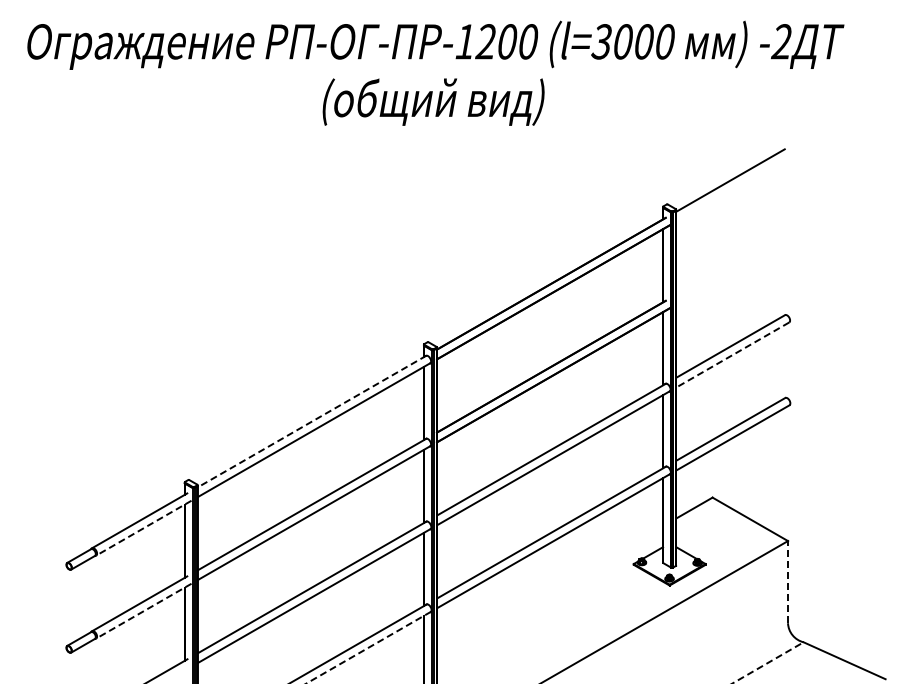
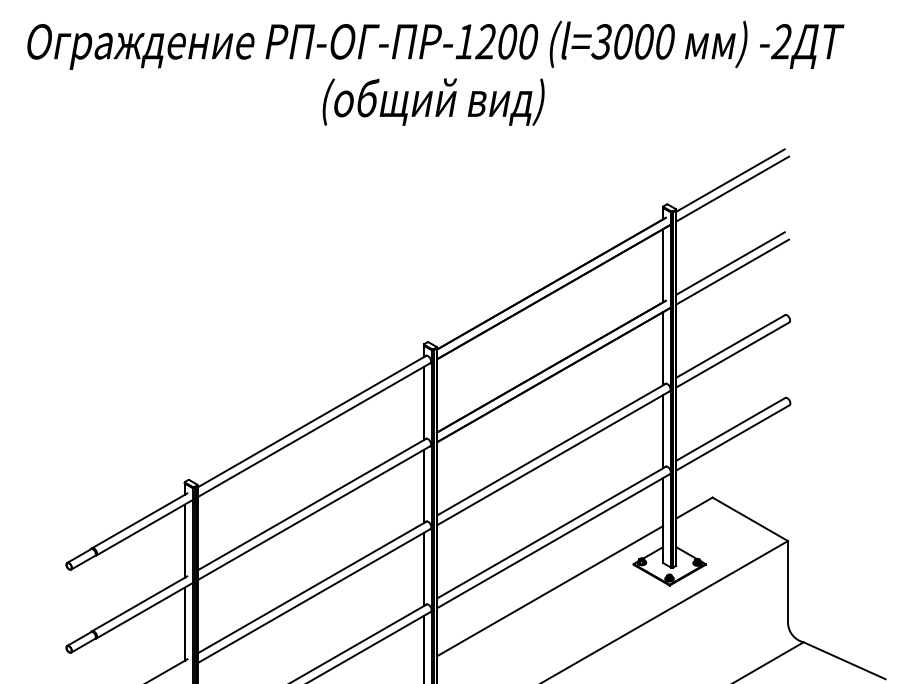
line at (732, 188): none -> present
line at (730, 263): none -> present
line at (732, 271): none -> present
line at (732, 355): dashed -> solid
line at (312, 421): dashed -> solid
line at (143, 528): dashed -> solid
line at (788, 581): dashed -> solid
line at (550, 591): none -> present
line at (143, 611): dashed -> solid
line at (368, 648): dashed -> solid
line at (768, 662): dashed -> solid
